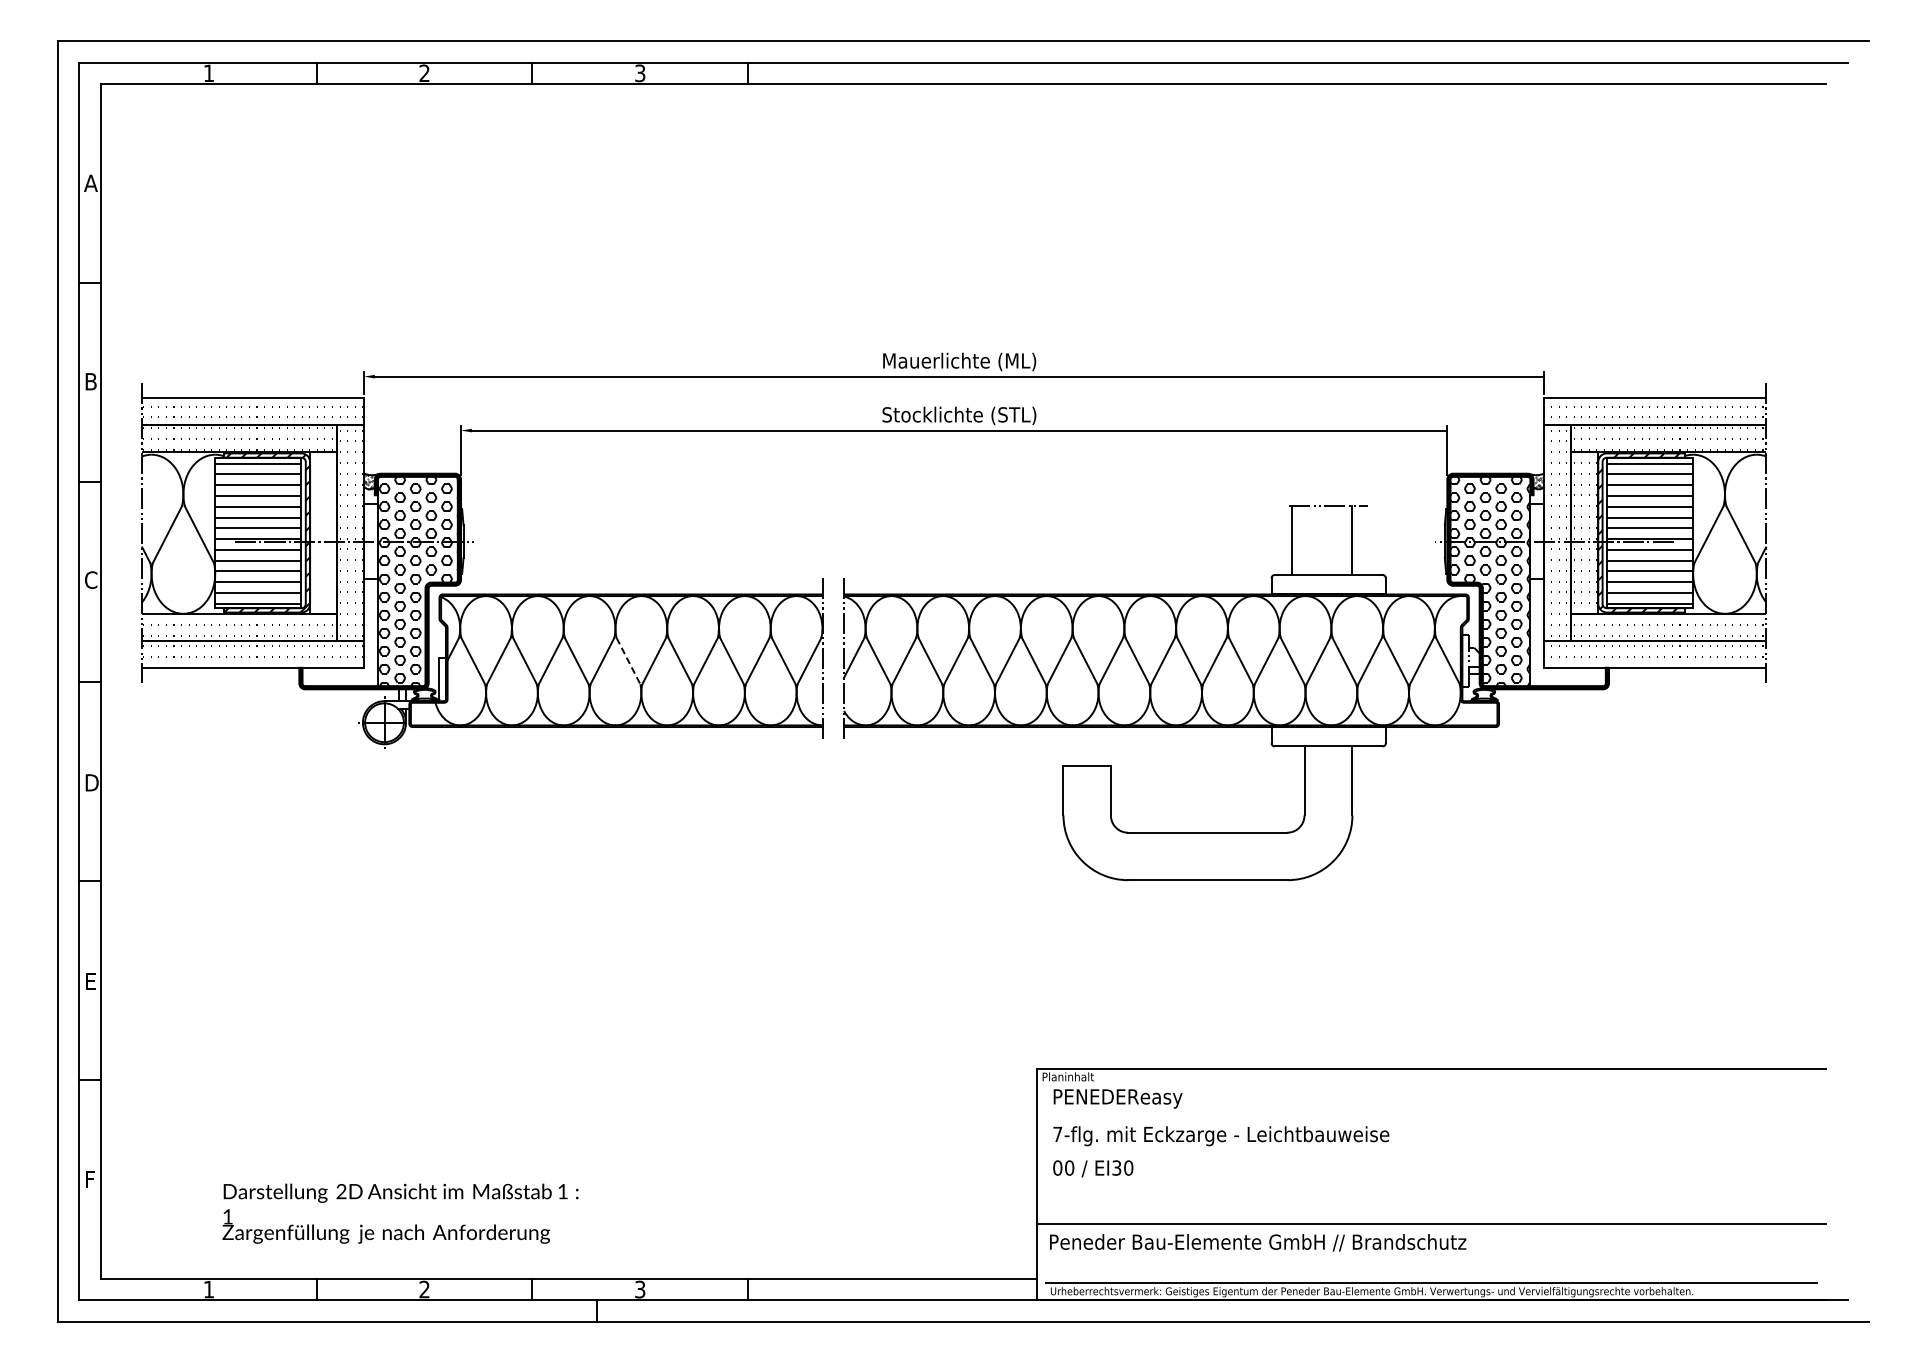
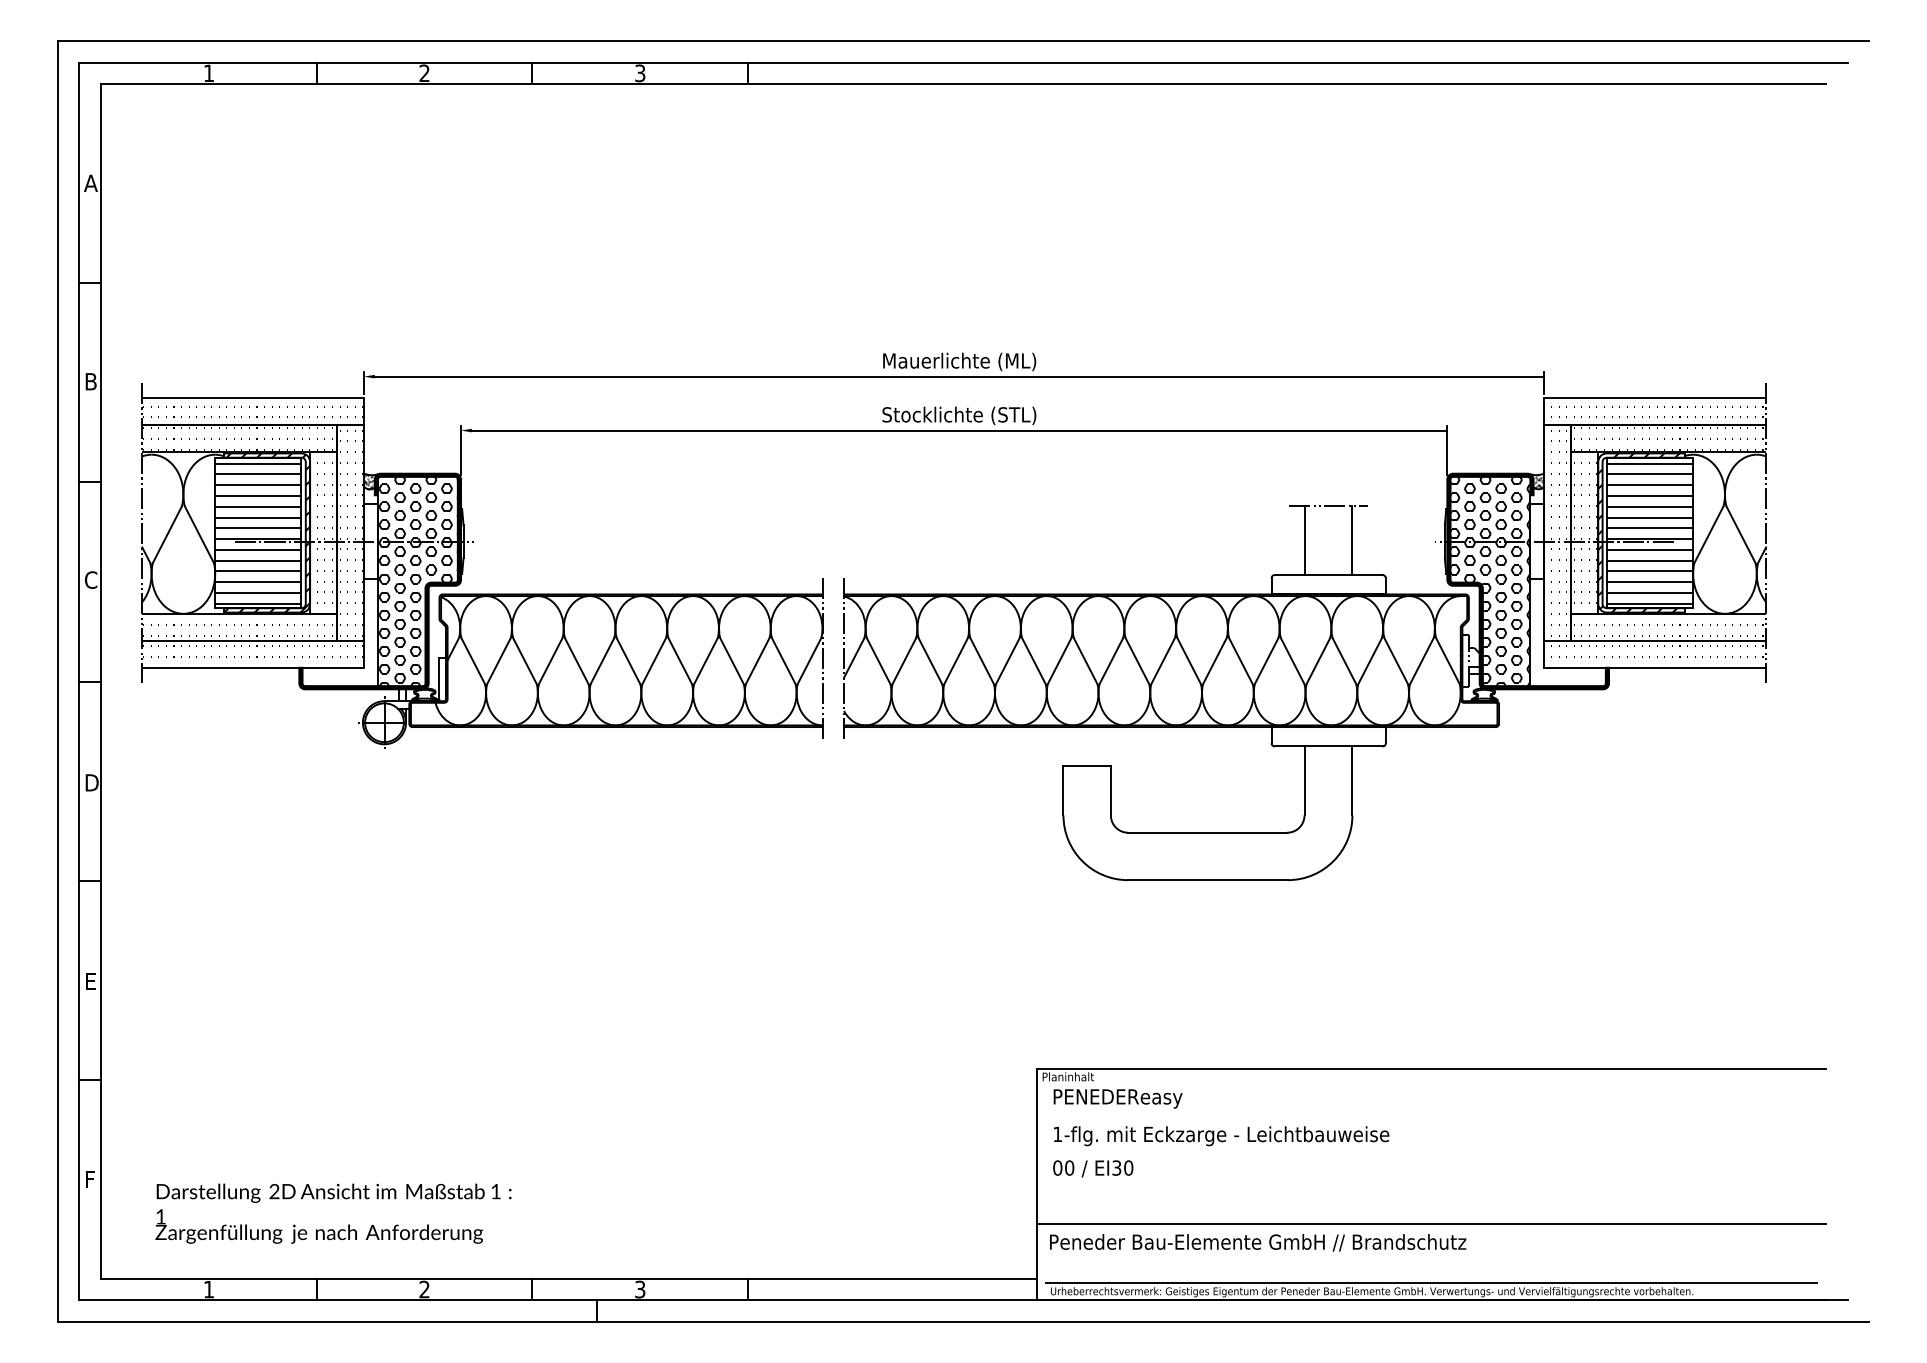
hatch at (321, 527): none -> present
line at (1291, 540) position: (1291, 540) -> (1304, 540)
line at (628, 661): dashed -> solid
text at (1057, 1133): 7-flg. -> 1-flg.
text at (400, 1213) position: (400, 1213) -> (333, 1213)
